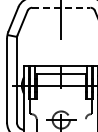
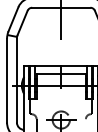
line at (61, 7): dashed -> solid
